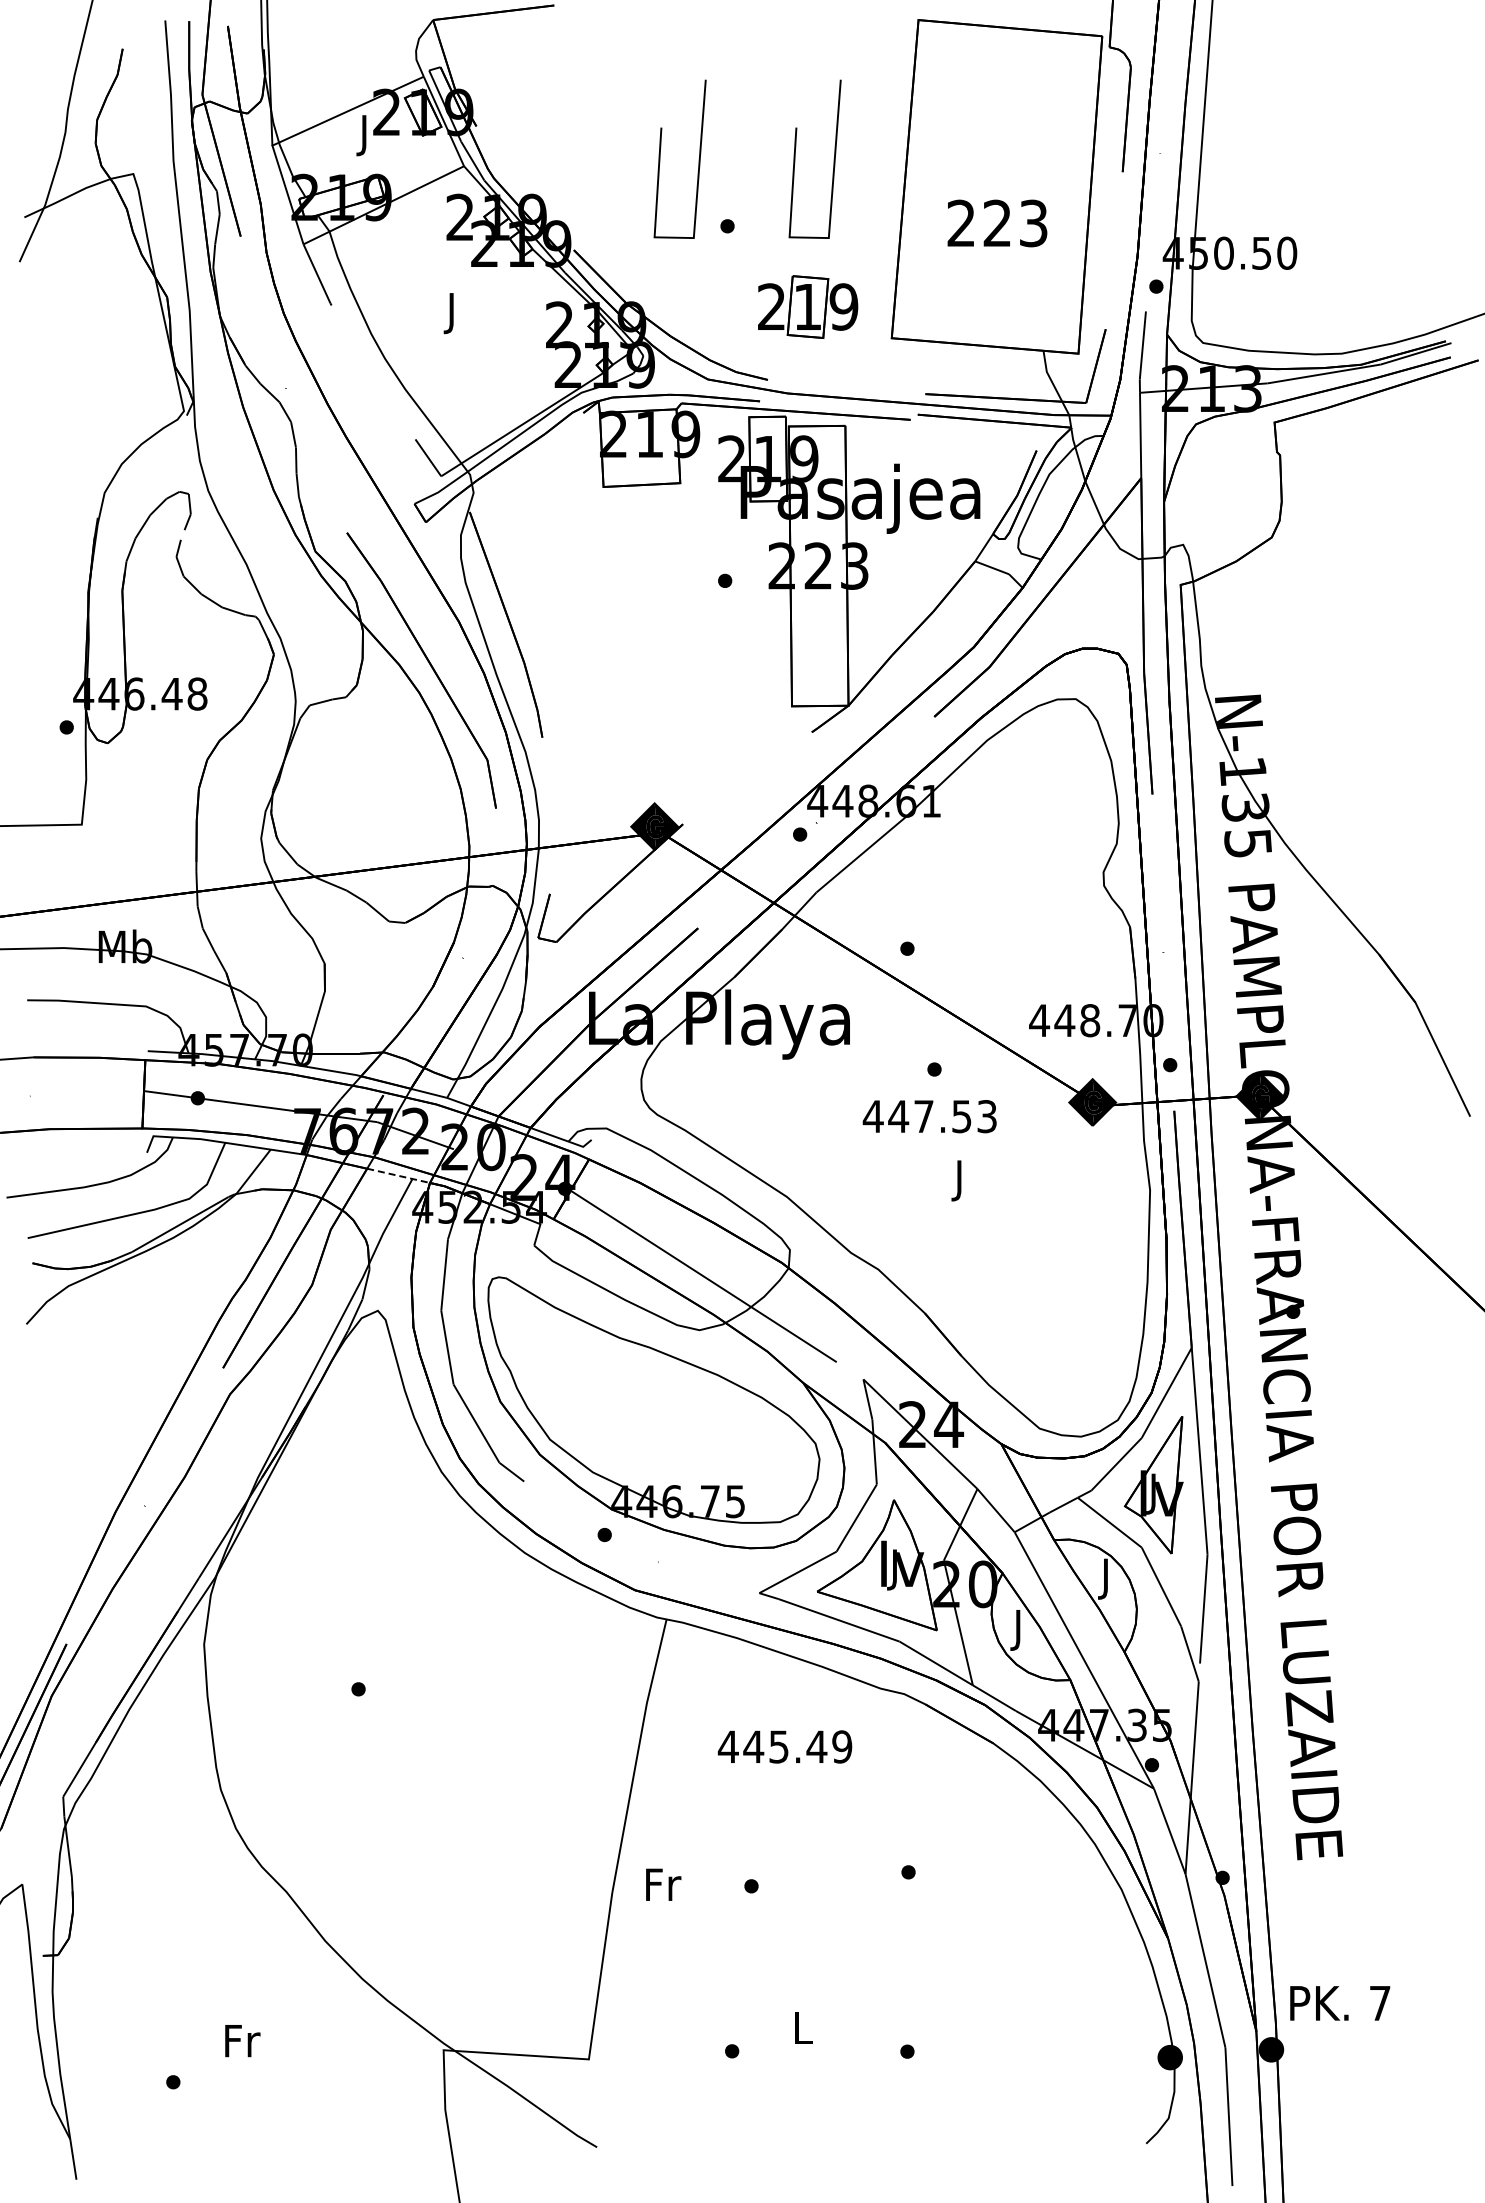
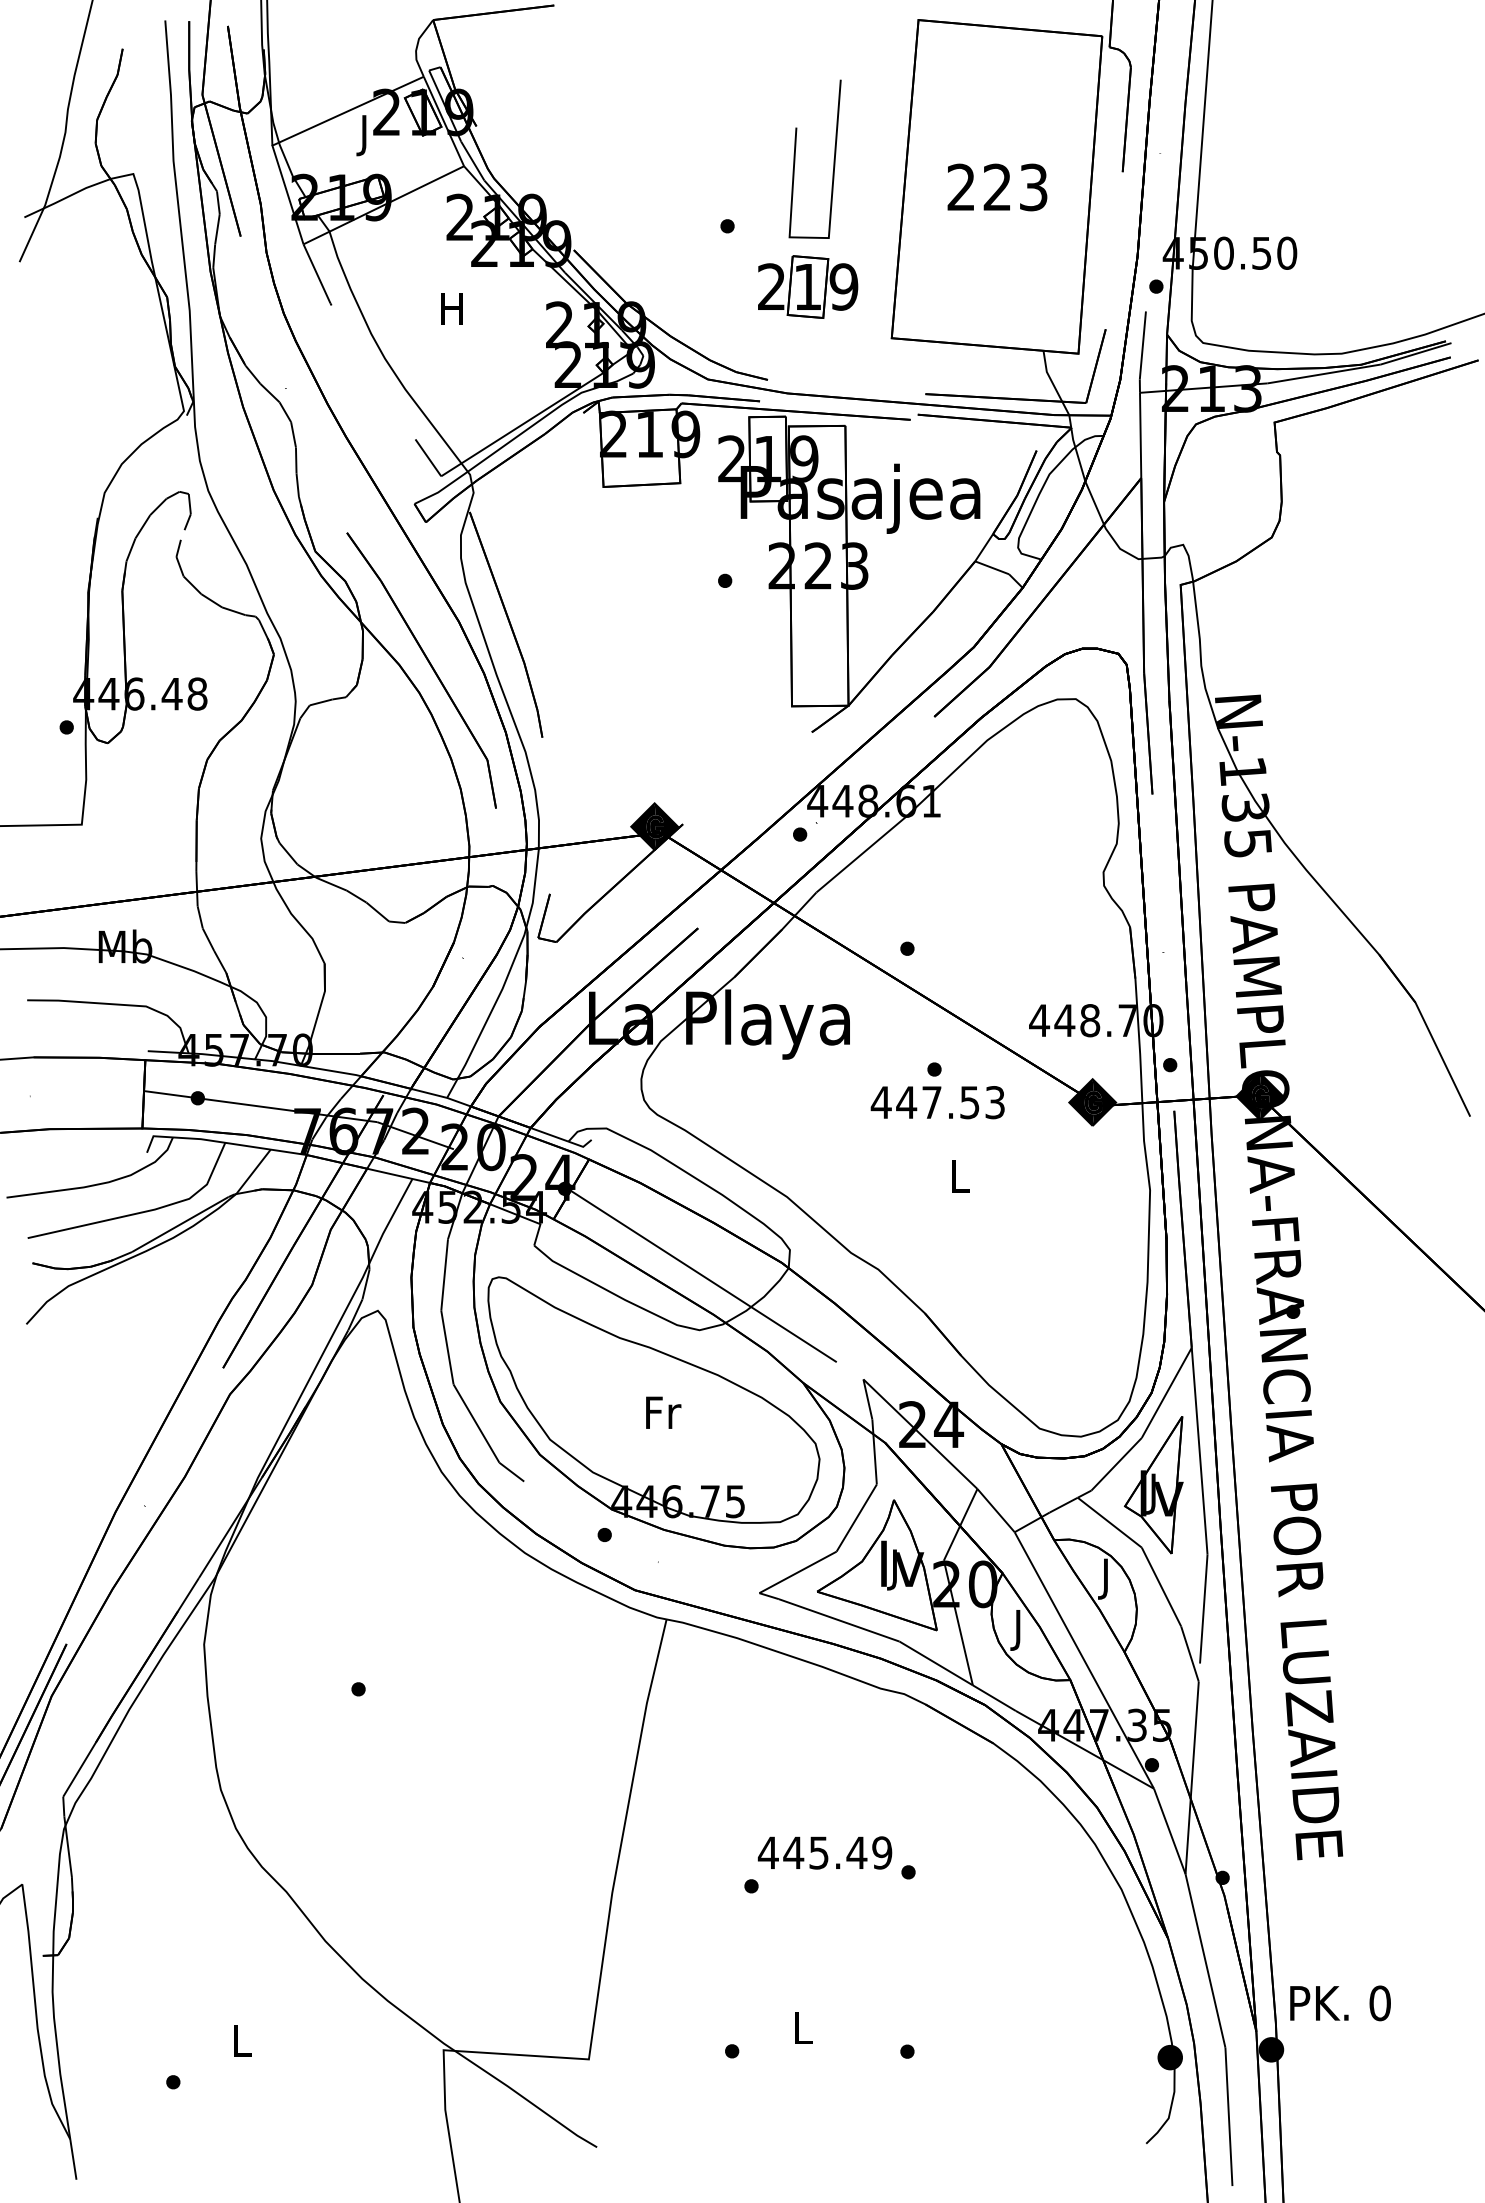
line at (660, 158): present -> none
text at (997, 223) position: (997, 223) -> (997, 187)
part at (808, 306) position: (808, 306) -> (808, 286)
text at (451, 313): J -> H
text at (929, 1116) position: (929, 1116) -> (937, 1102)
line at (399, 1175): dashed -> solid
text at (960, 1180): J -> L
text at (784, 1746) position: (784, 1746) -> (824, 1852)
text at (663, 1884) position: (663, 1884) -> (663, 1412)
text at (1379, 2003): 7 -> 0
text at (242, 2041): Fr -> L
